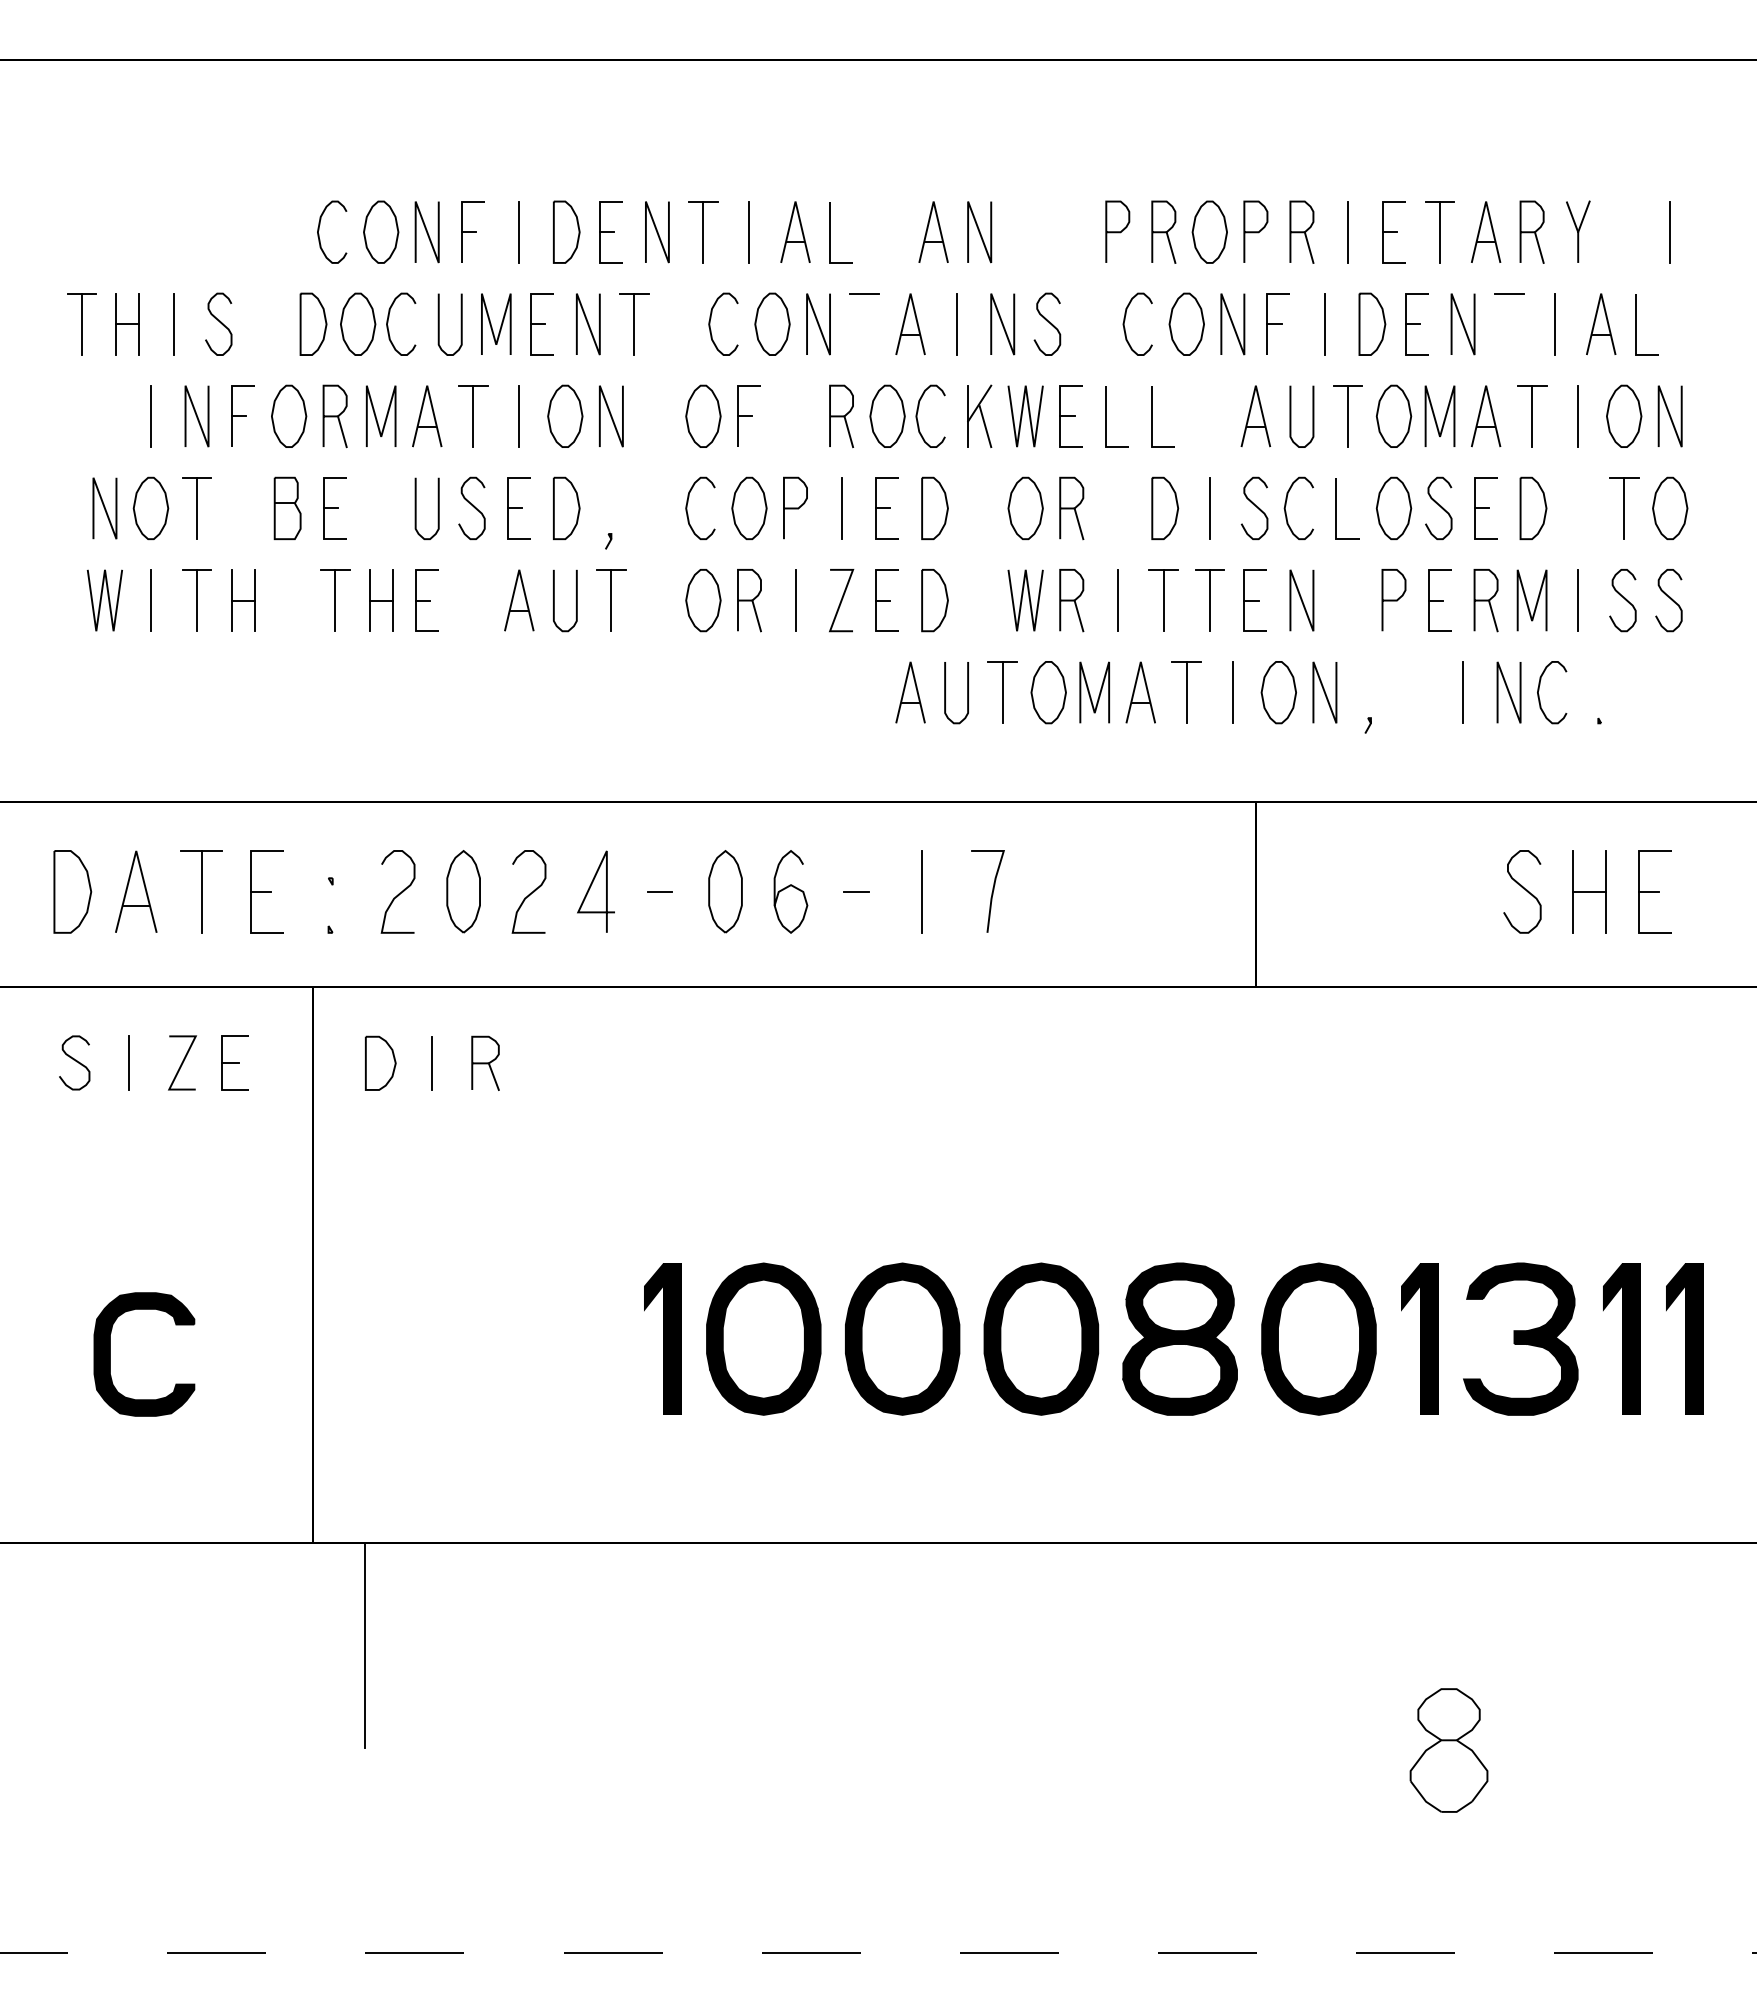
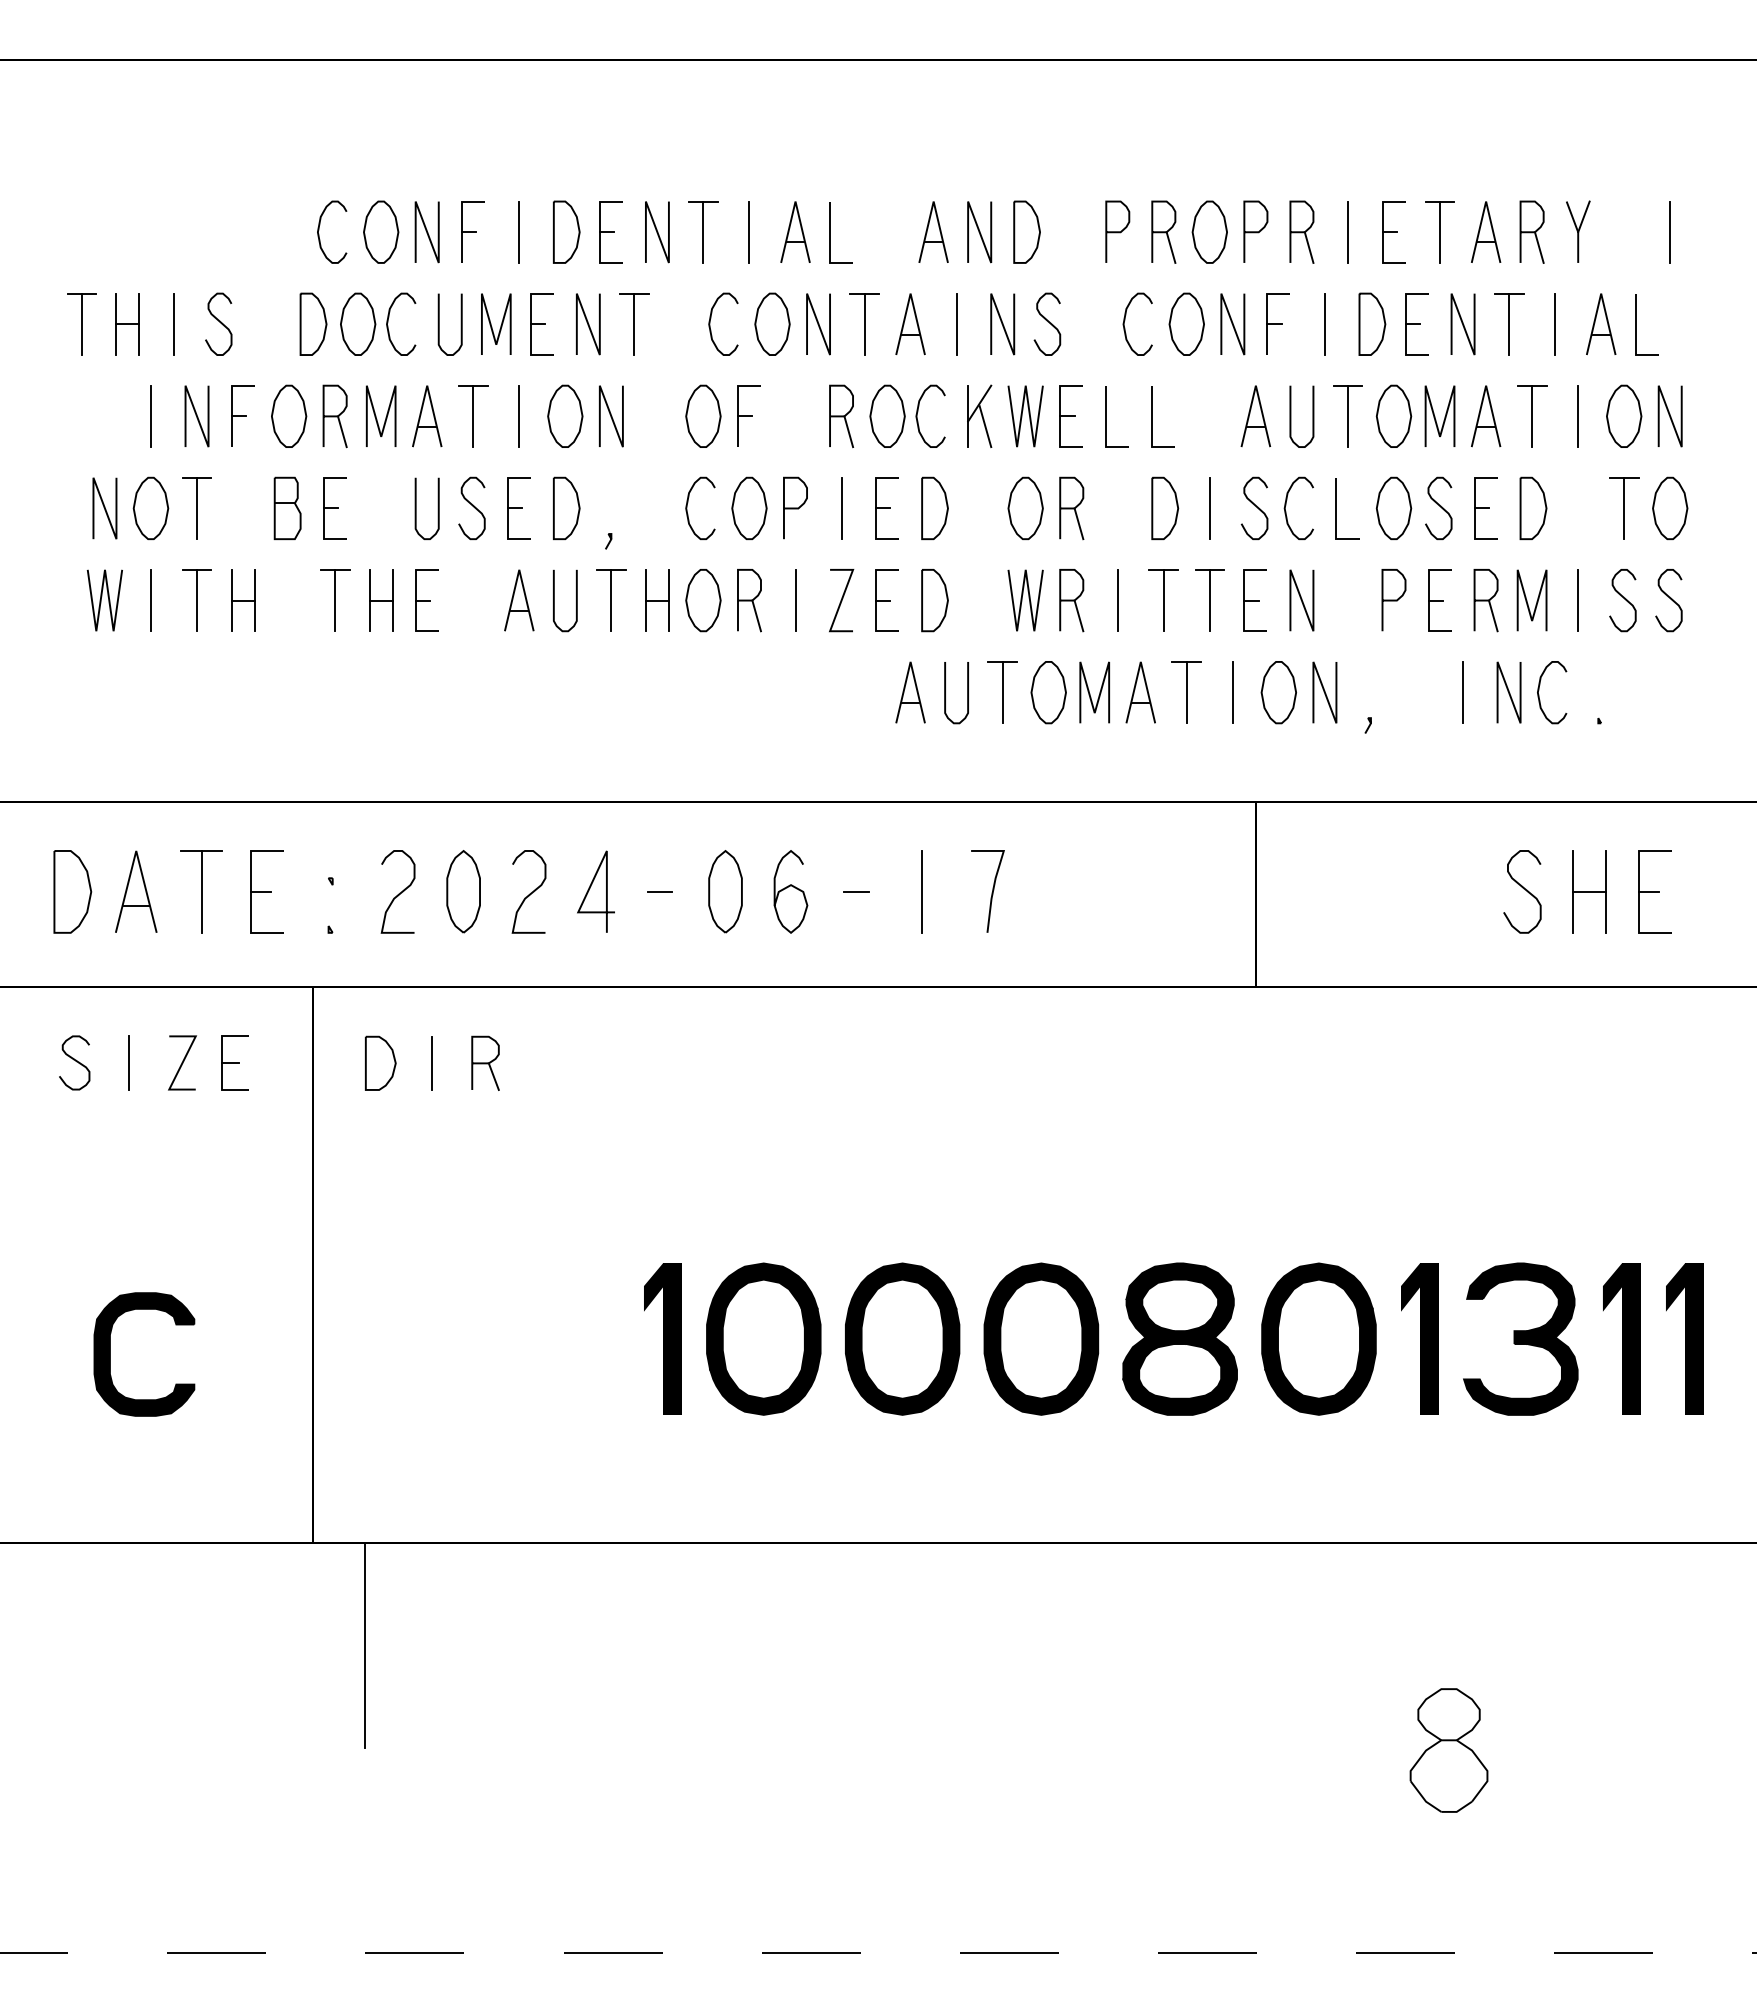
part at (1026, 231): none -> present
line at (864, 324): none -> present
line at (1509, 324): none -> present
part at (657, 600): none -> present
